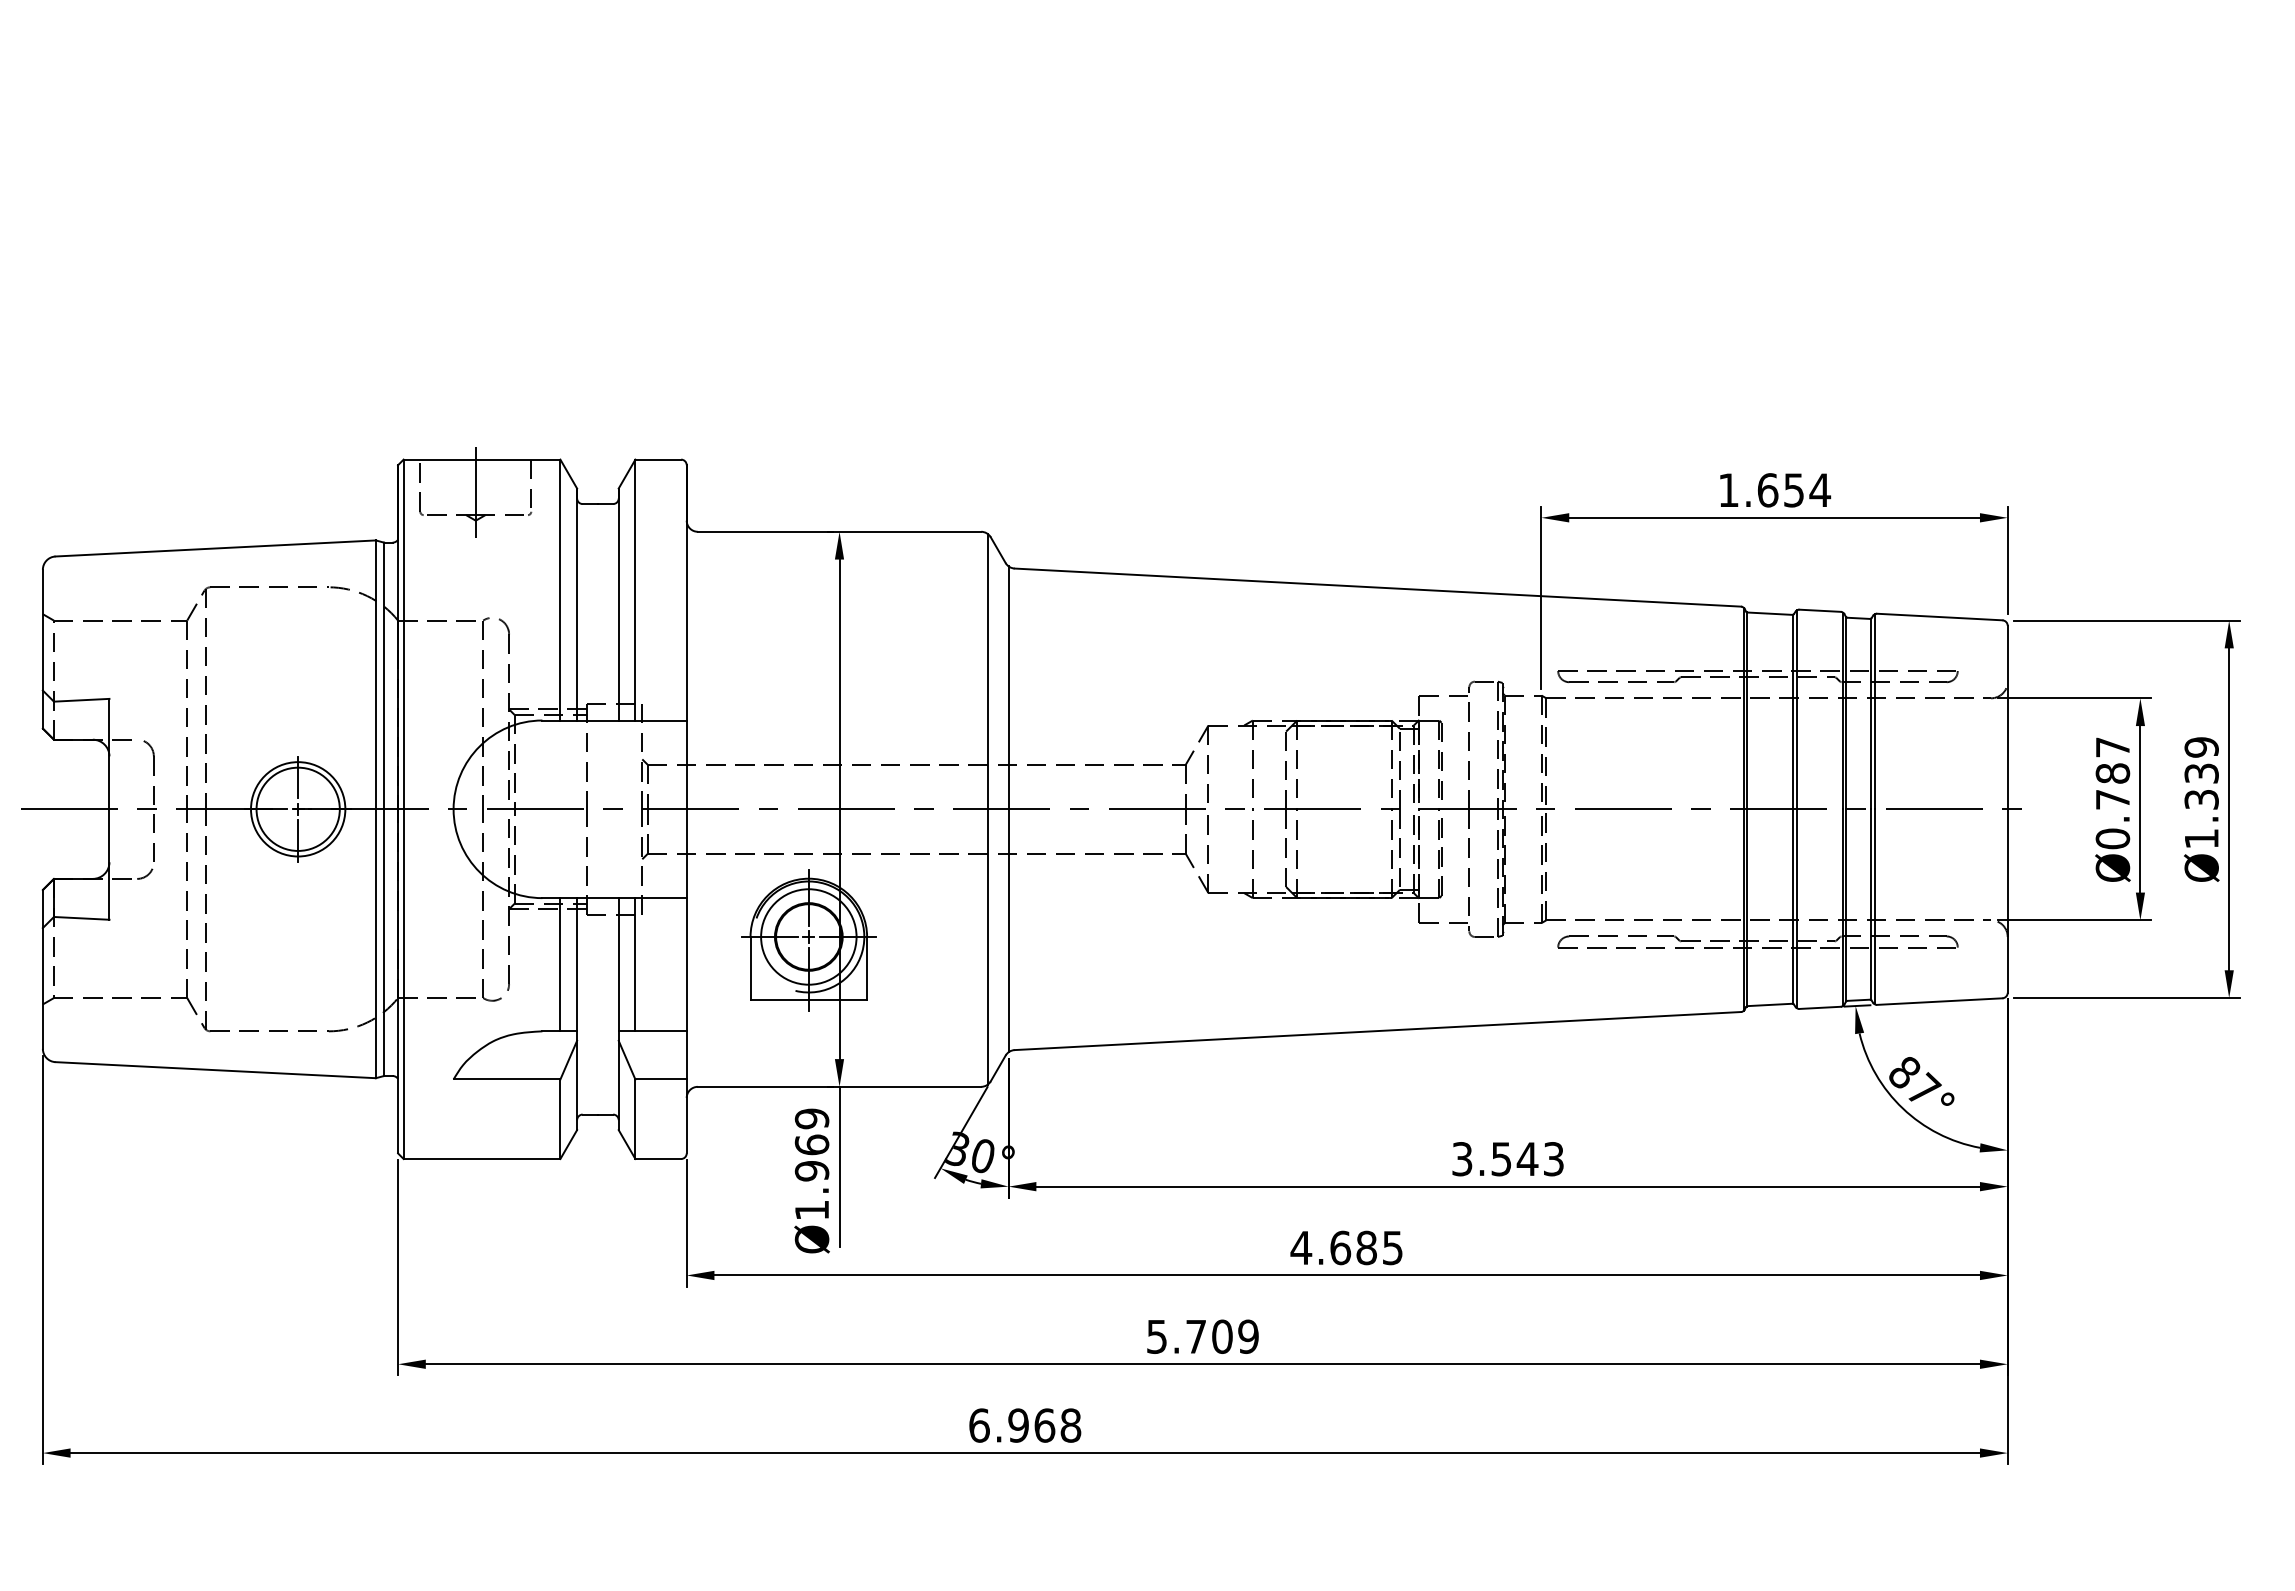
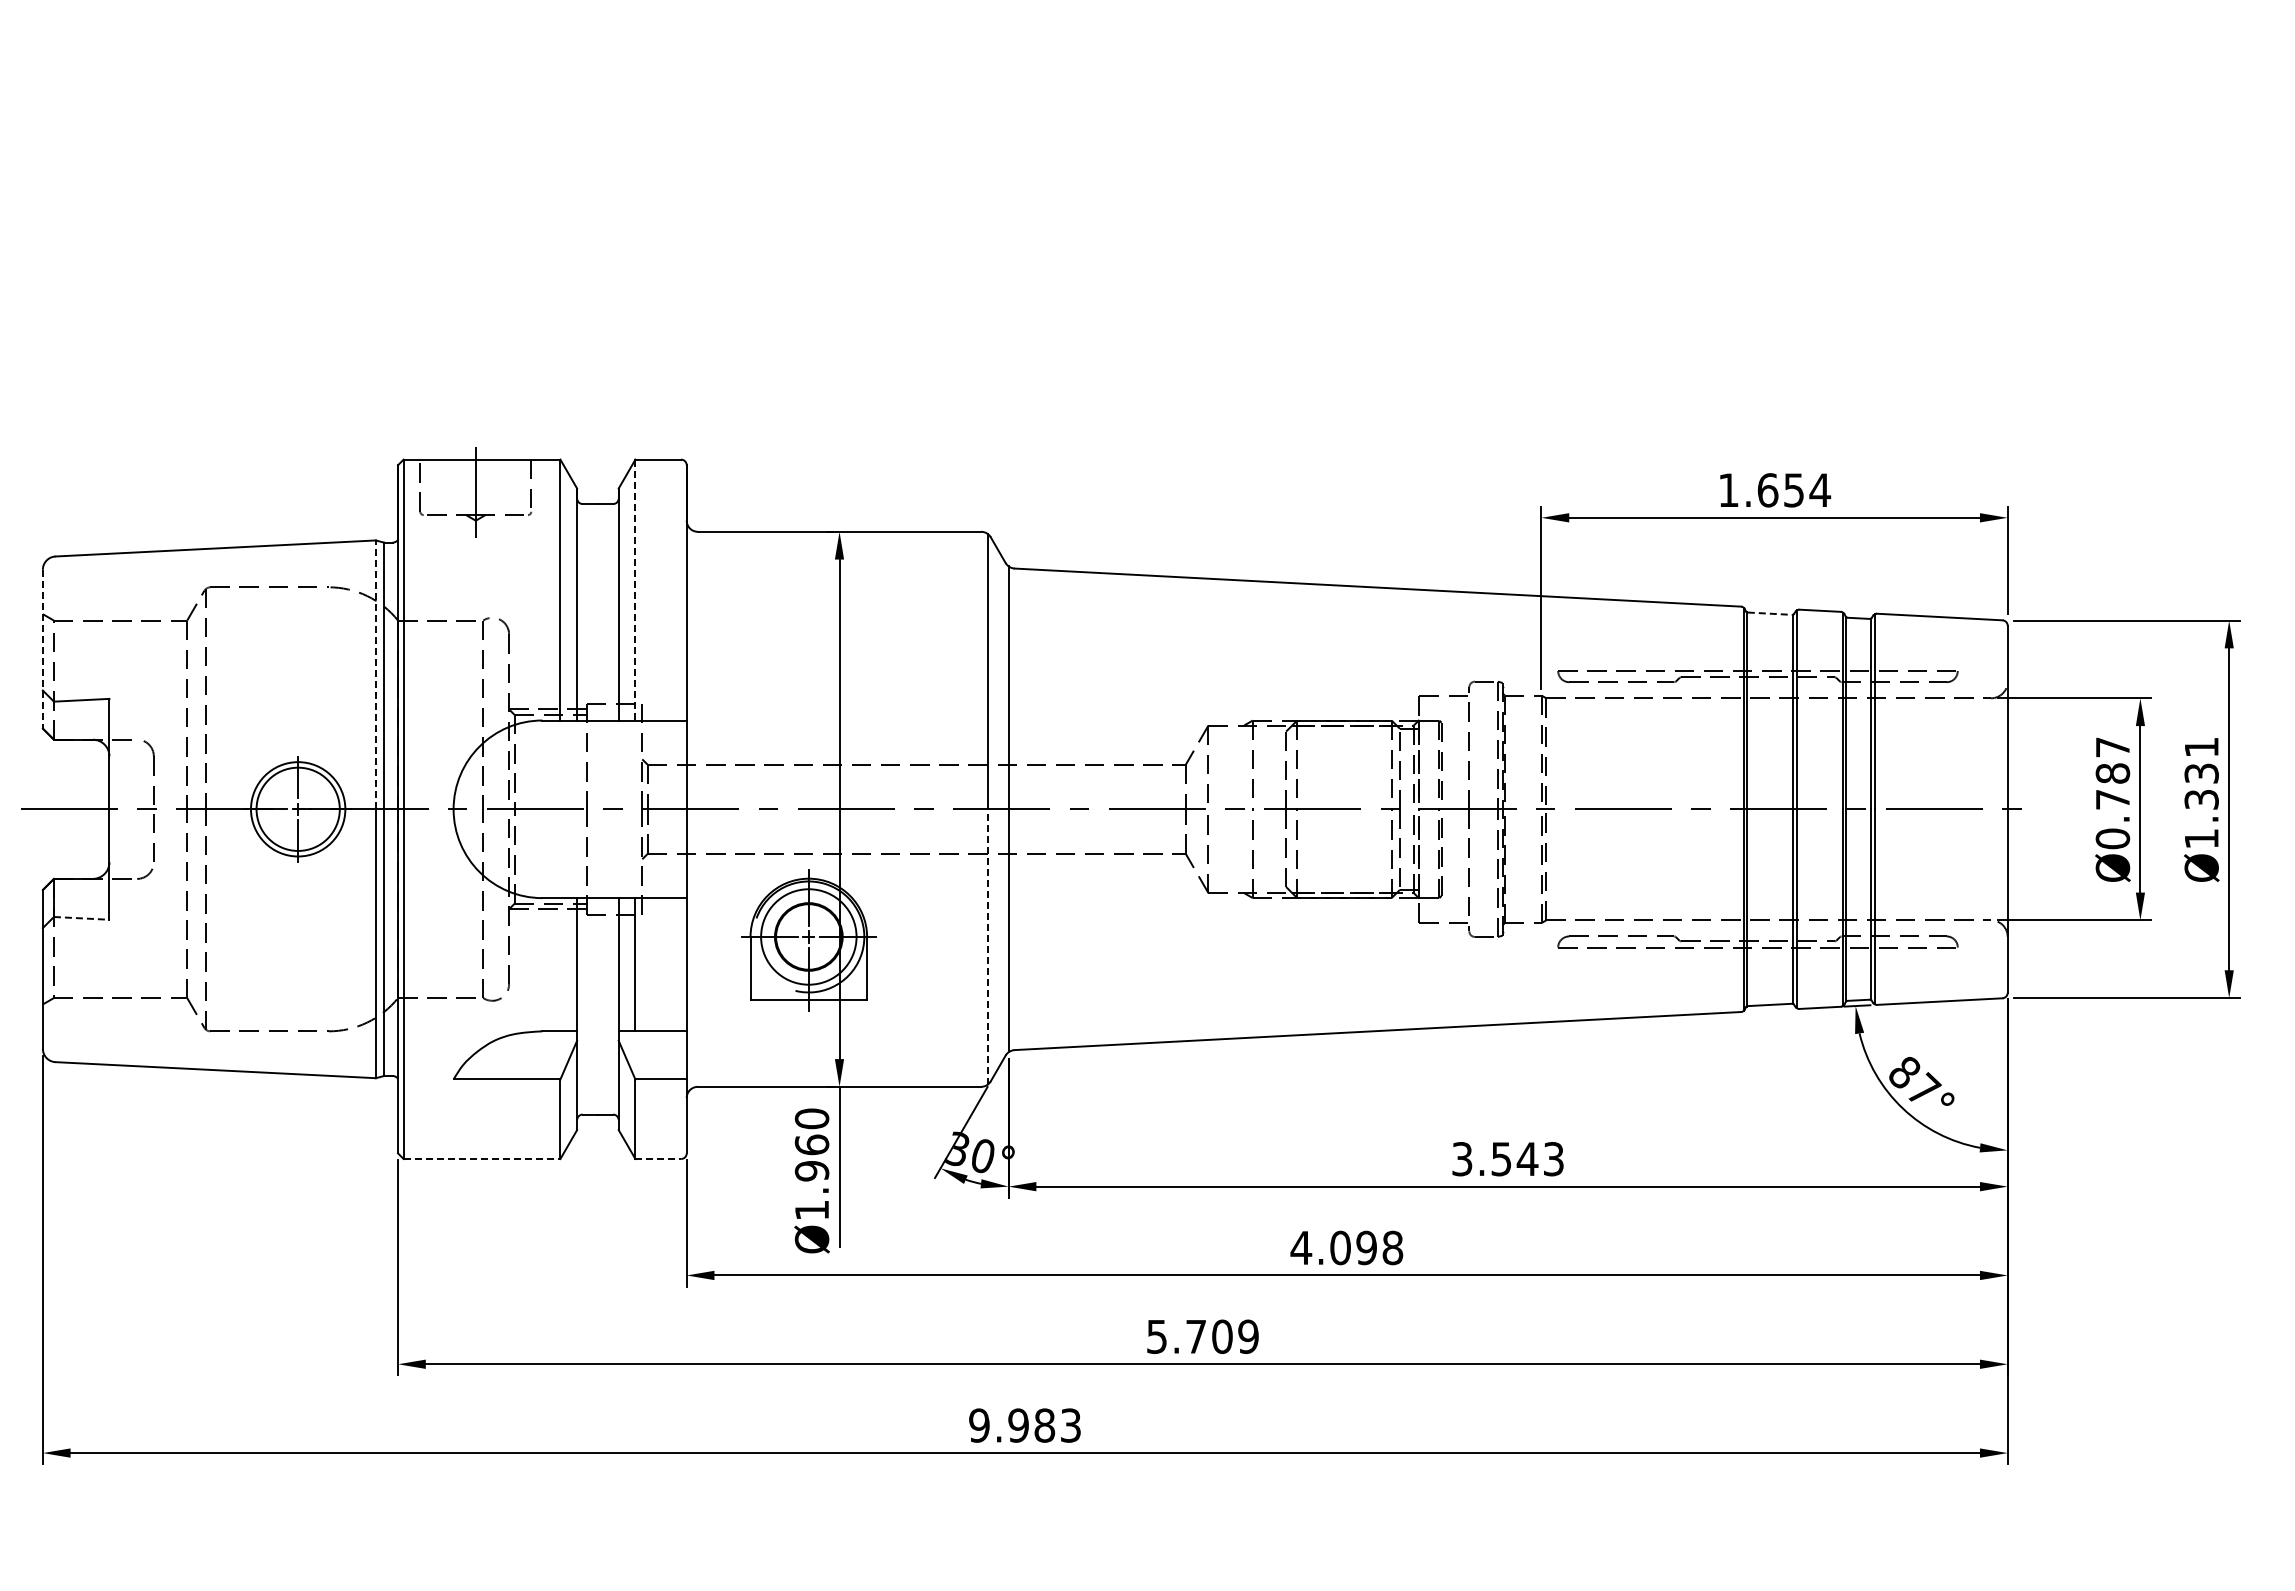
line at (635, 590): solid -> dashed
line at (1770, 613): solid -> dashed
line at (42, 649): solid -> dashed
line at (375, 674): solid -> dashed
text at (2201, 747): Ø1.339 -> Ø1.331
line at (81, 918): solid -> dashed
line at (987, 947): solid -> dashed
line at (560, 964): present -> none
text at (812, 1118): Ø1.969 -> Ø1.960
line at (482, 1159): solid -> dashed
line at (658, 1159): solid -> dashed
text at (1366, 1247): 4.685 -> 4.098
text at (1025, 1425): 6.968 -> 9.983
